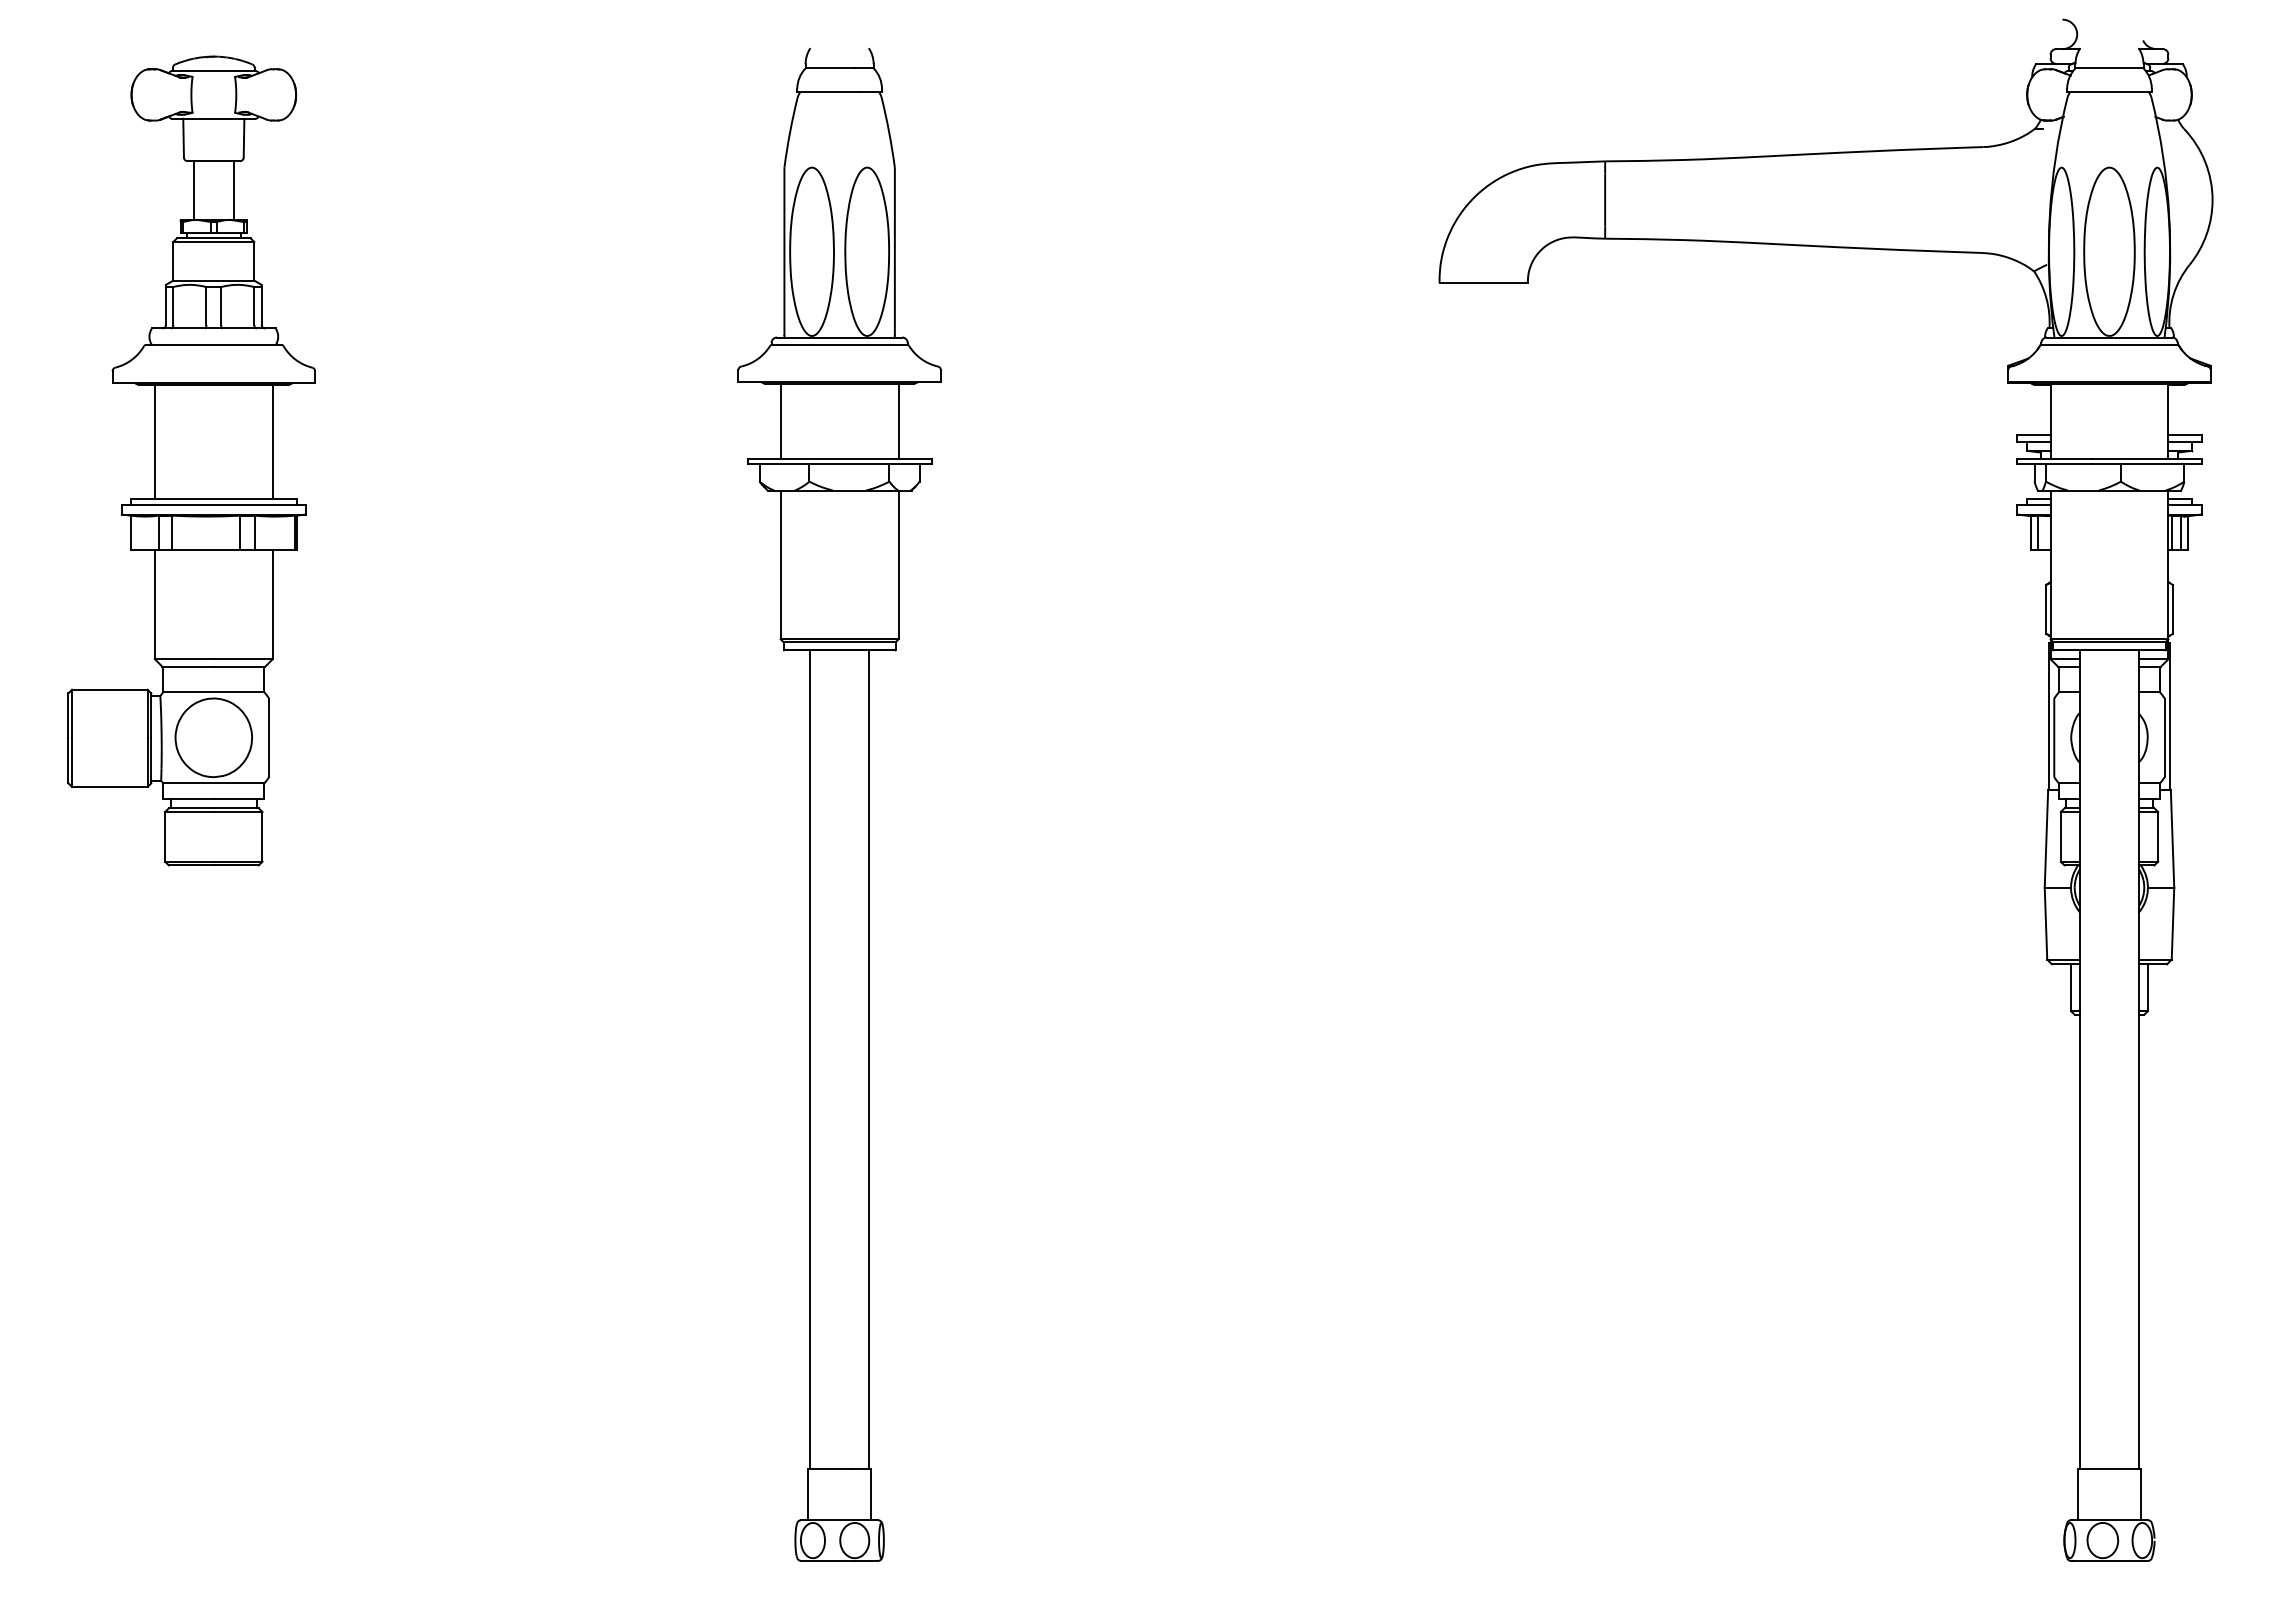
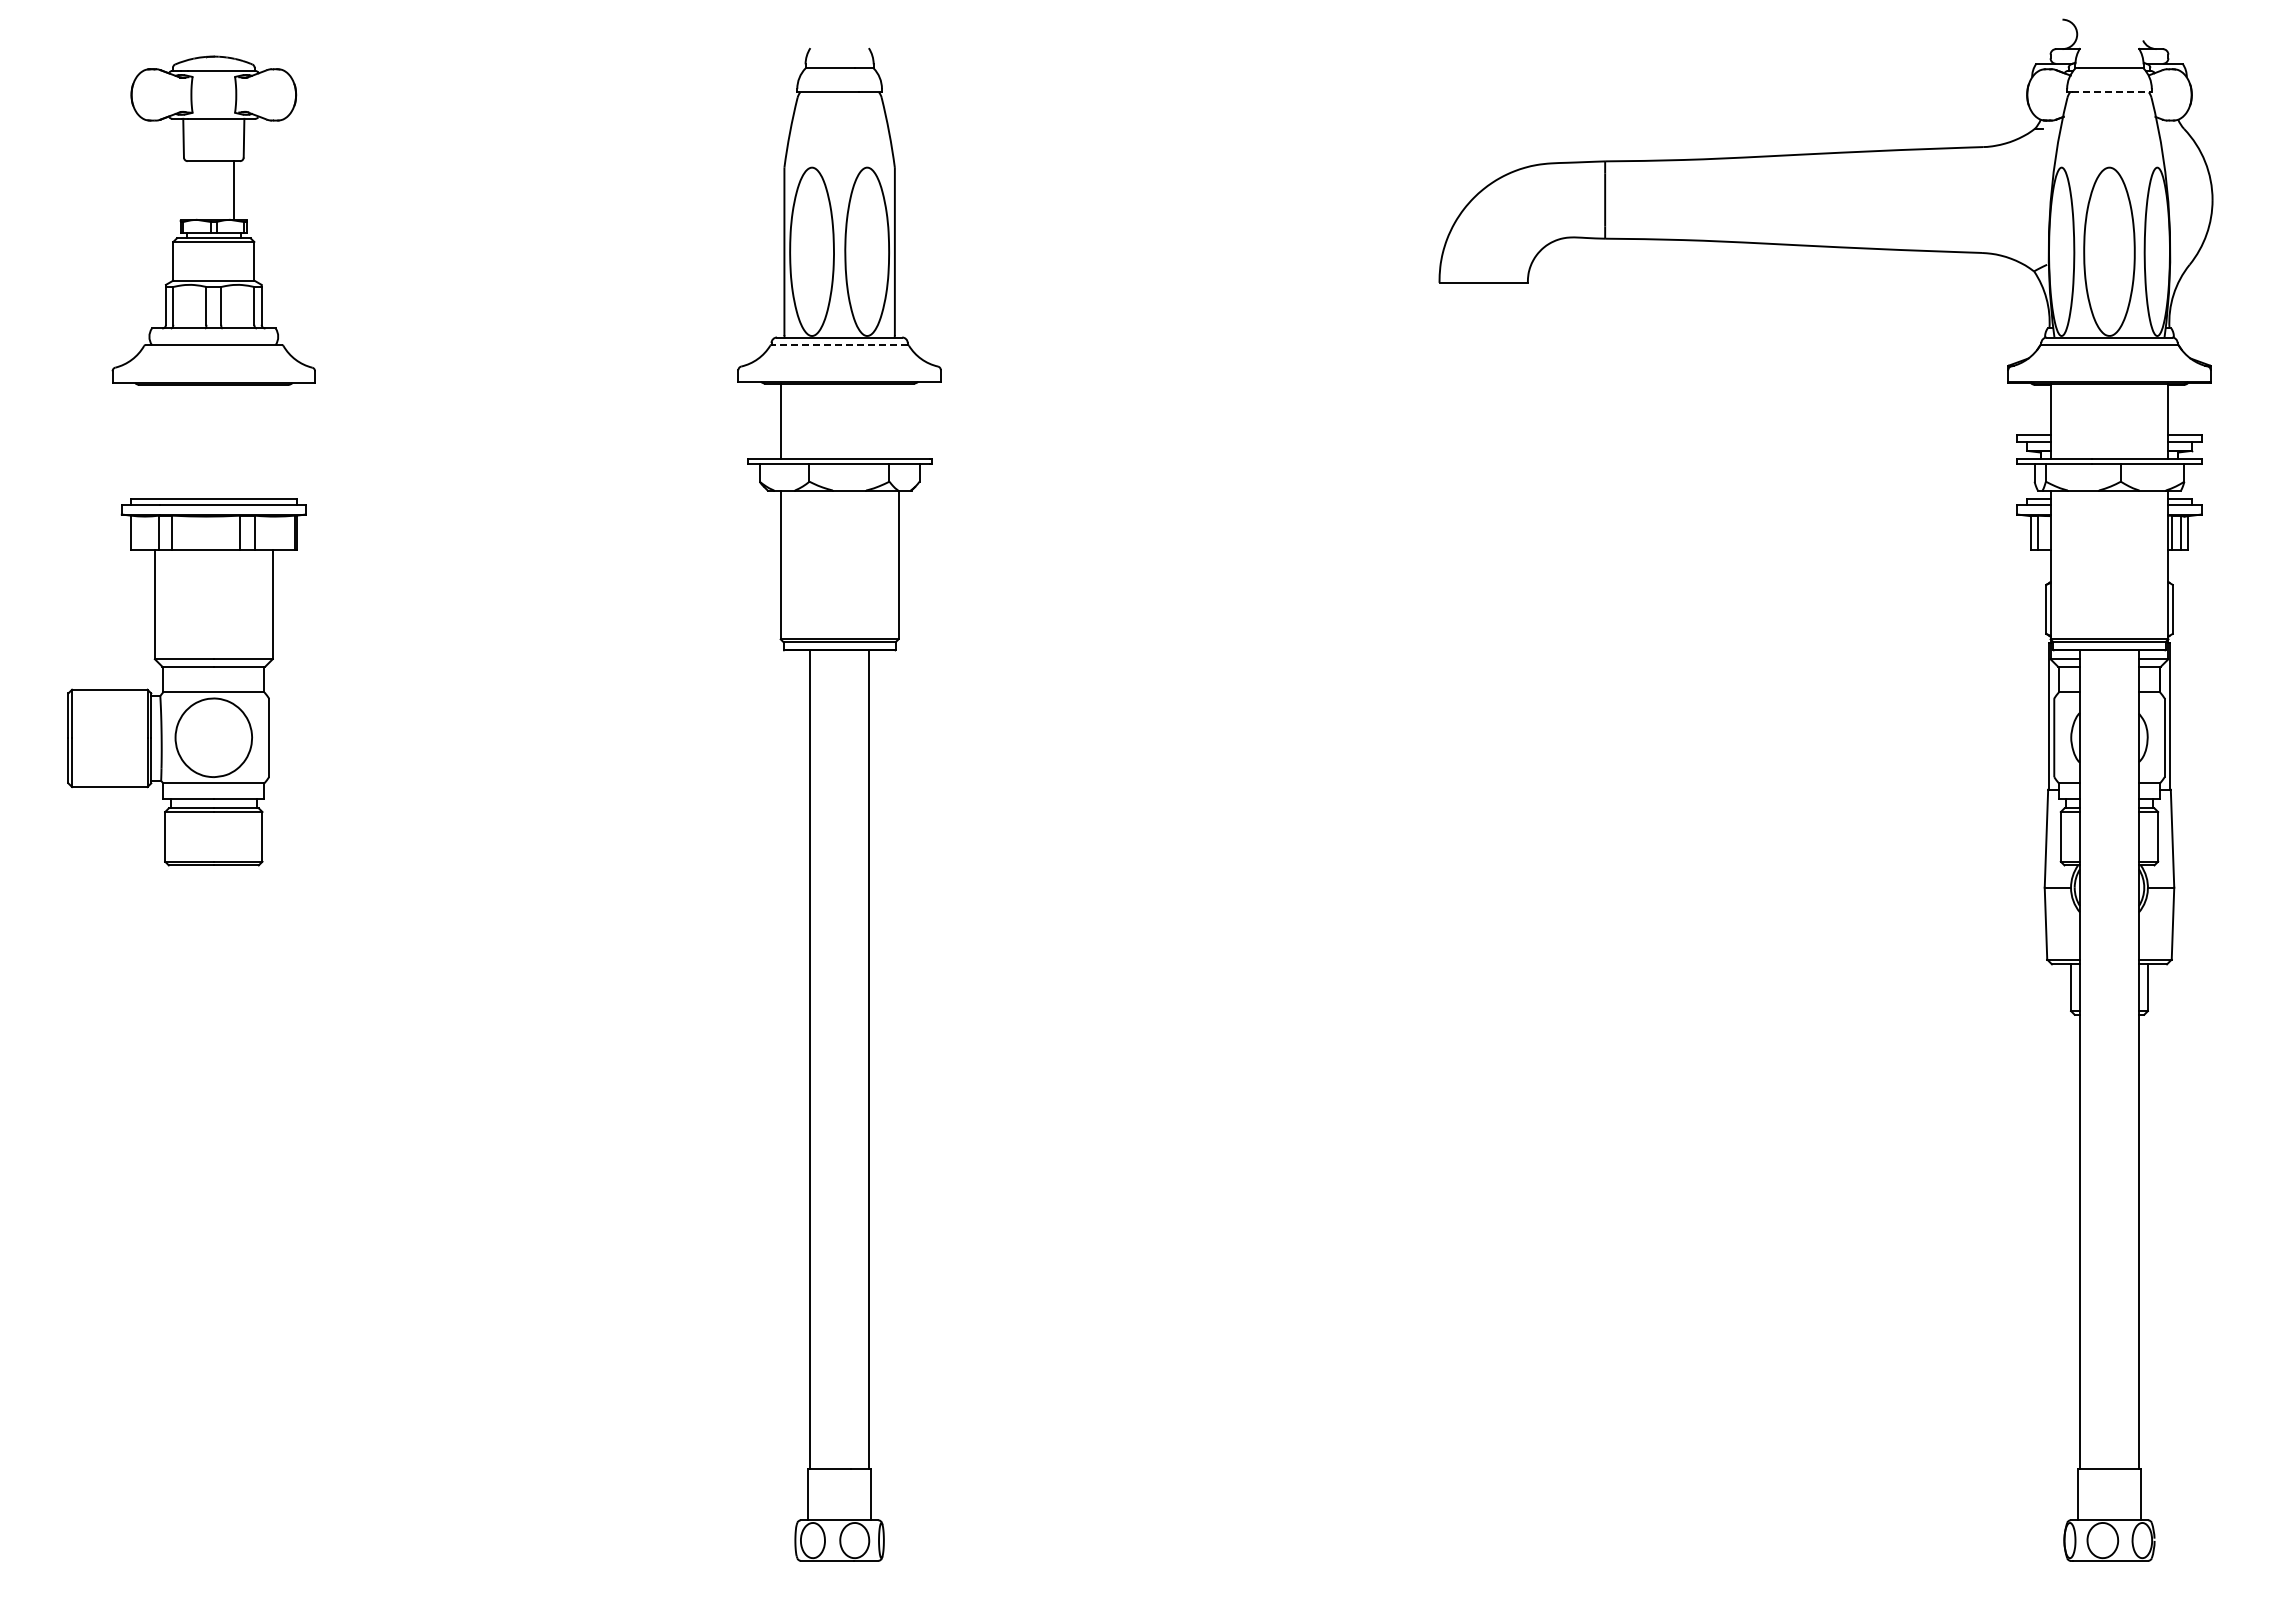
line at (2111, 92): solid -> dashed
line at (193, 190): present -> none
line at (839, 344): solid -> dashed
line at (898, 420): present -> none
line at (154, 441): present -> none
line at (272, 441): present -> none
